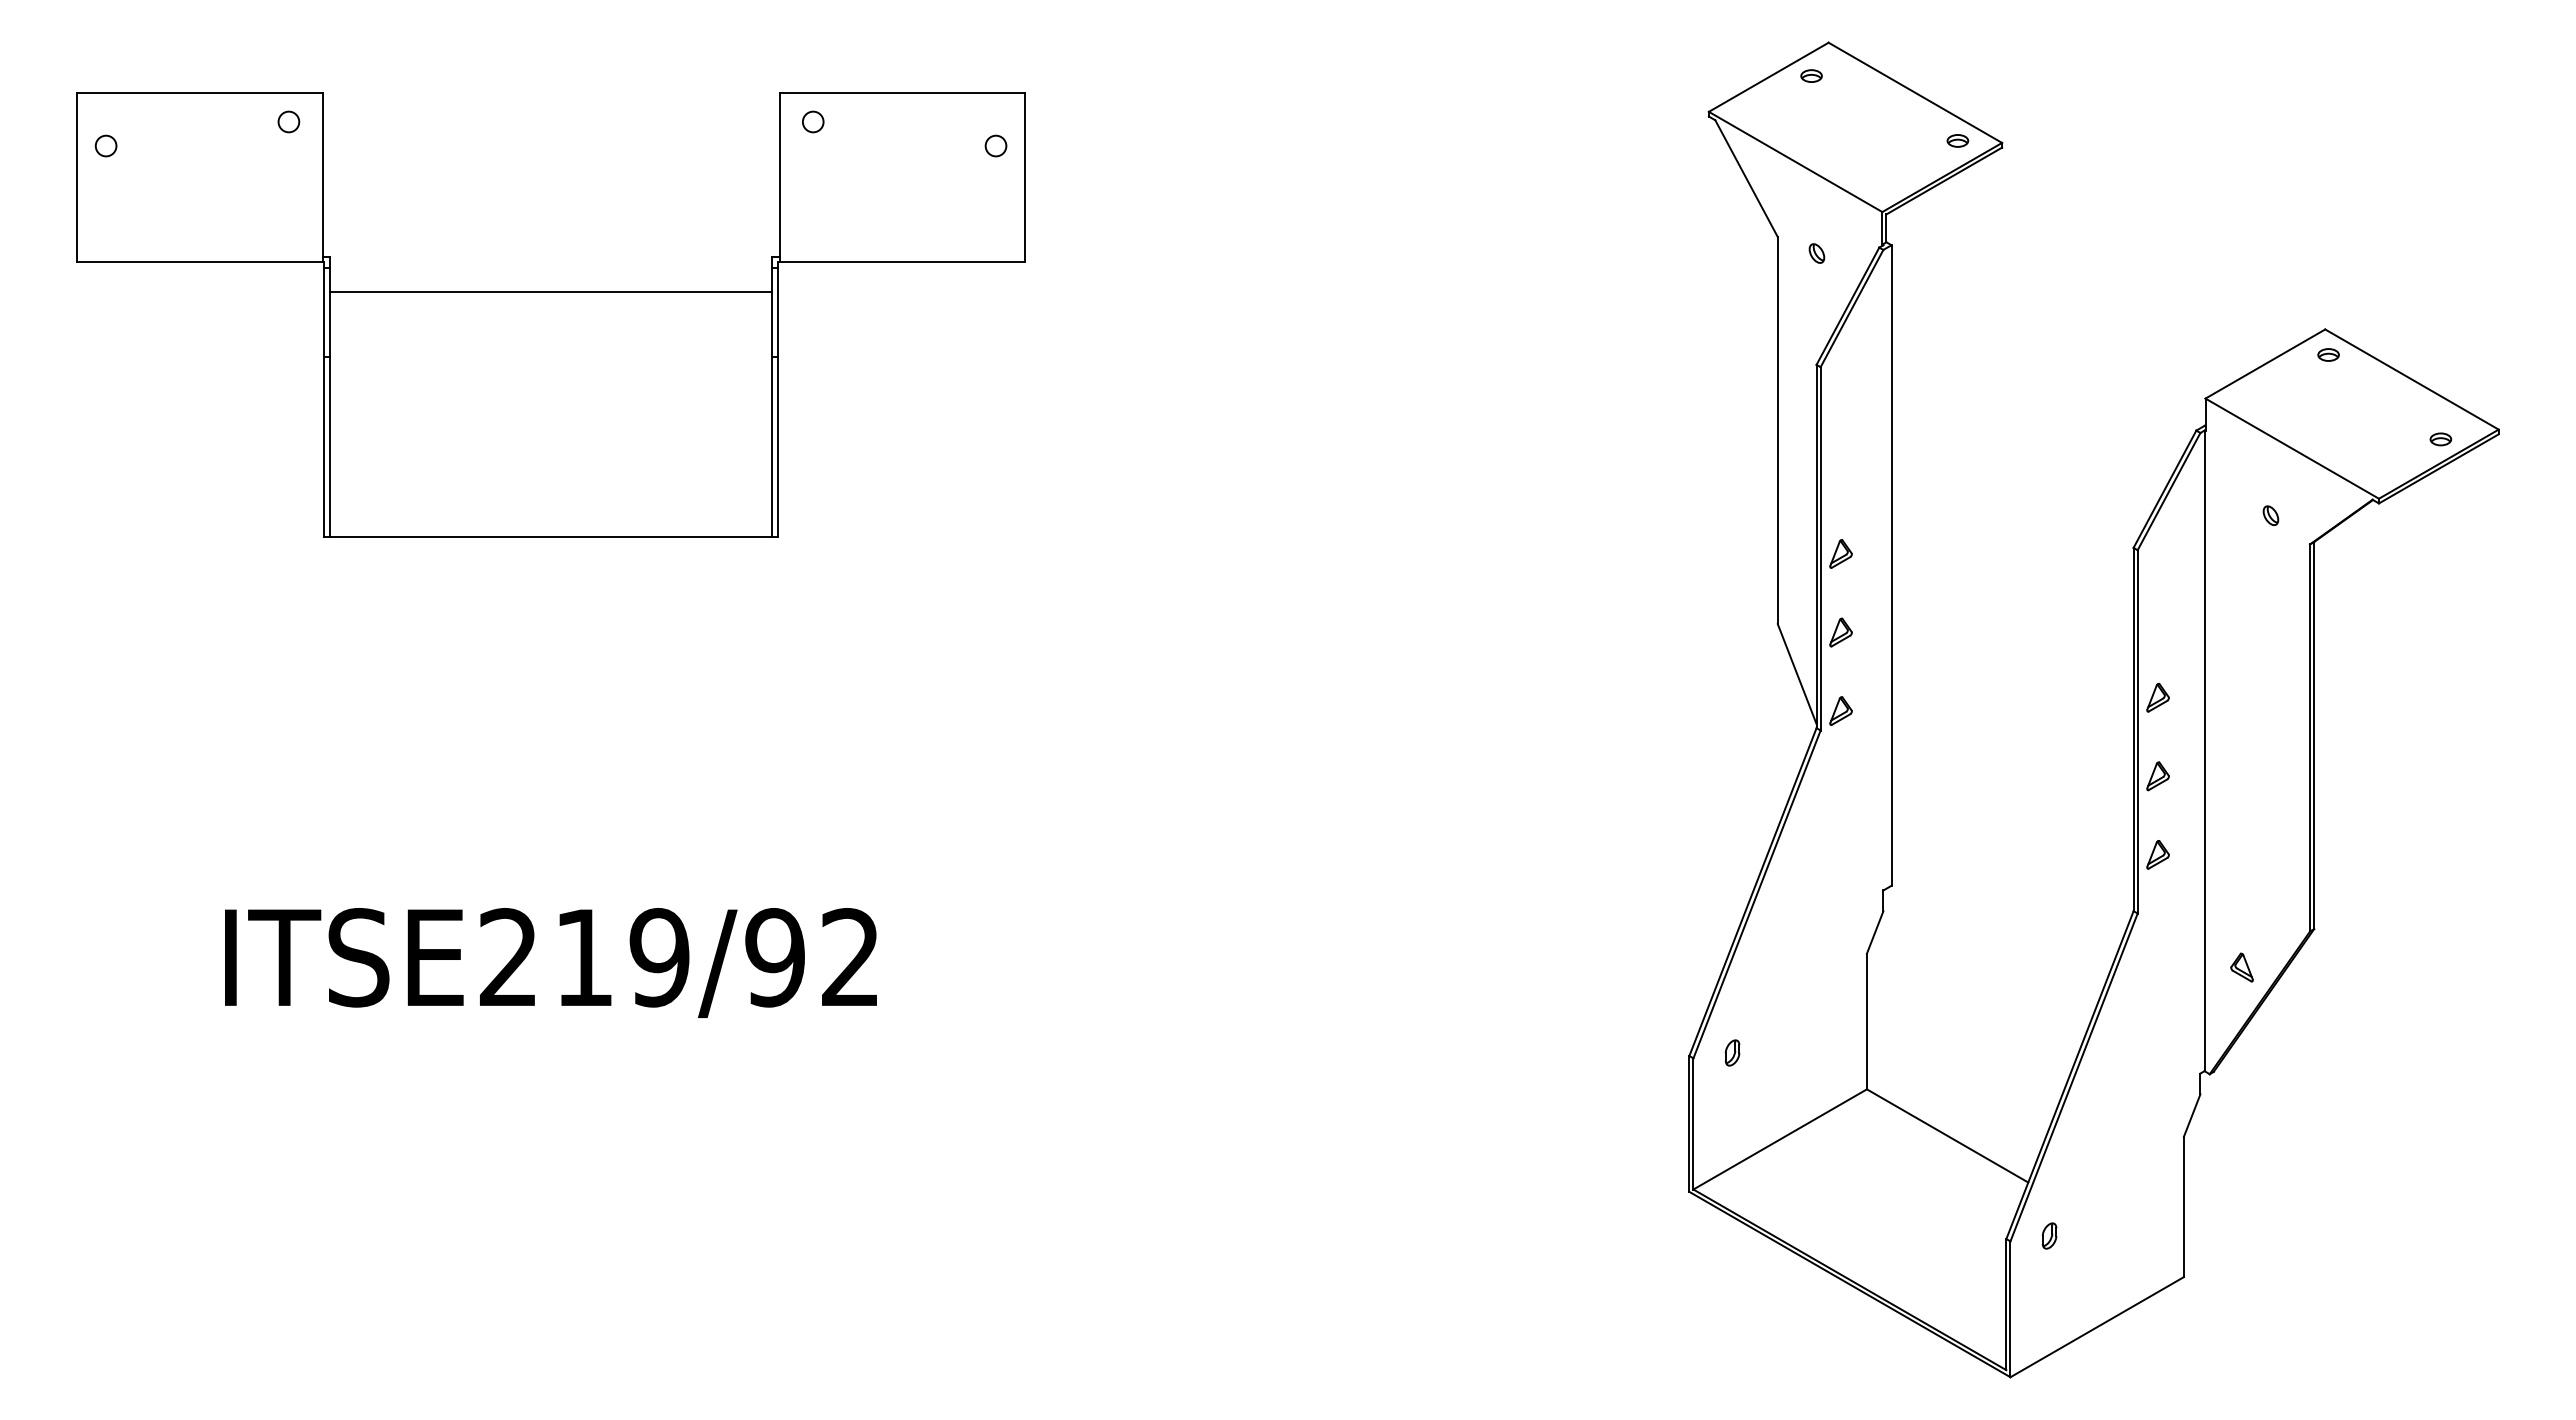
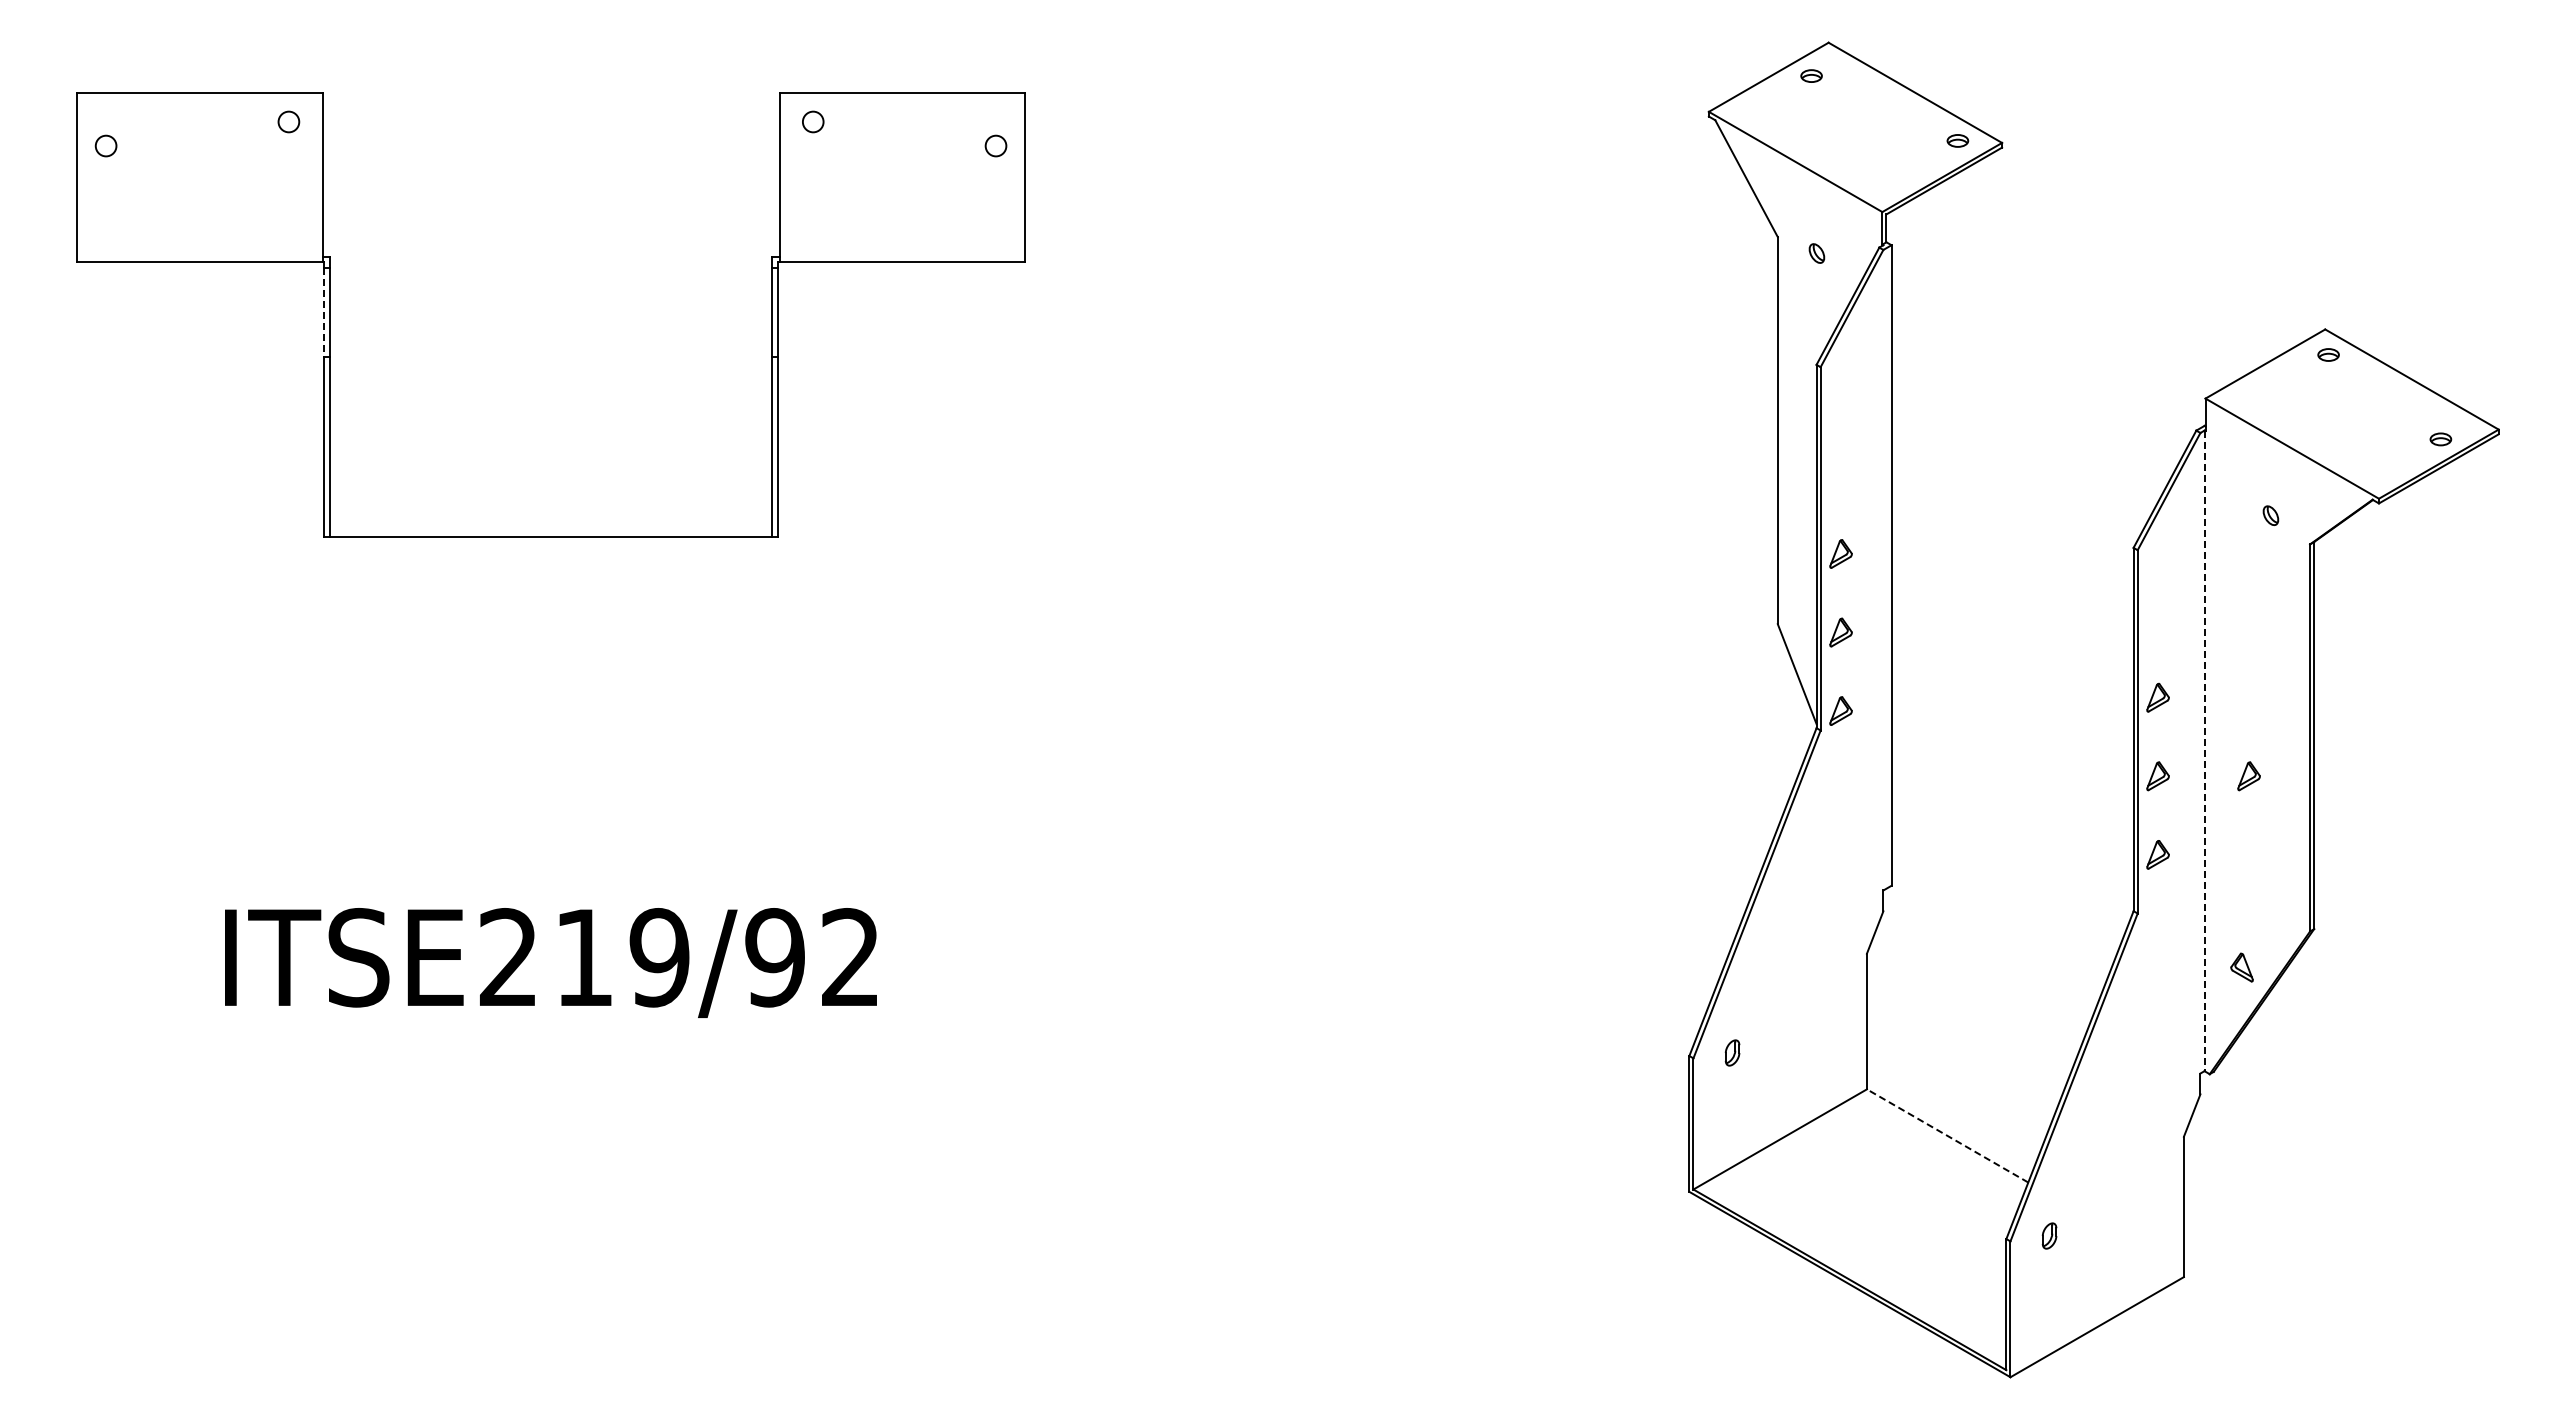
line at (550, 291): present -> none
line at (324, 313): solid -> dashed
line at (2204, 751): solid -> dashed
part at (2248, 776): none -> present
line at (1947, 1135): solid -> dashed
